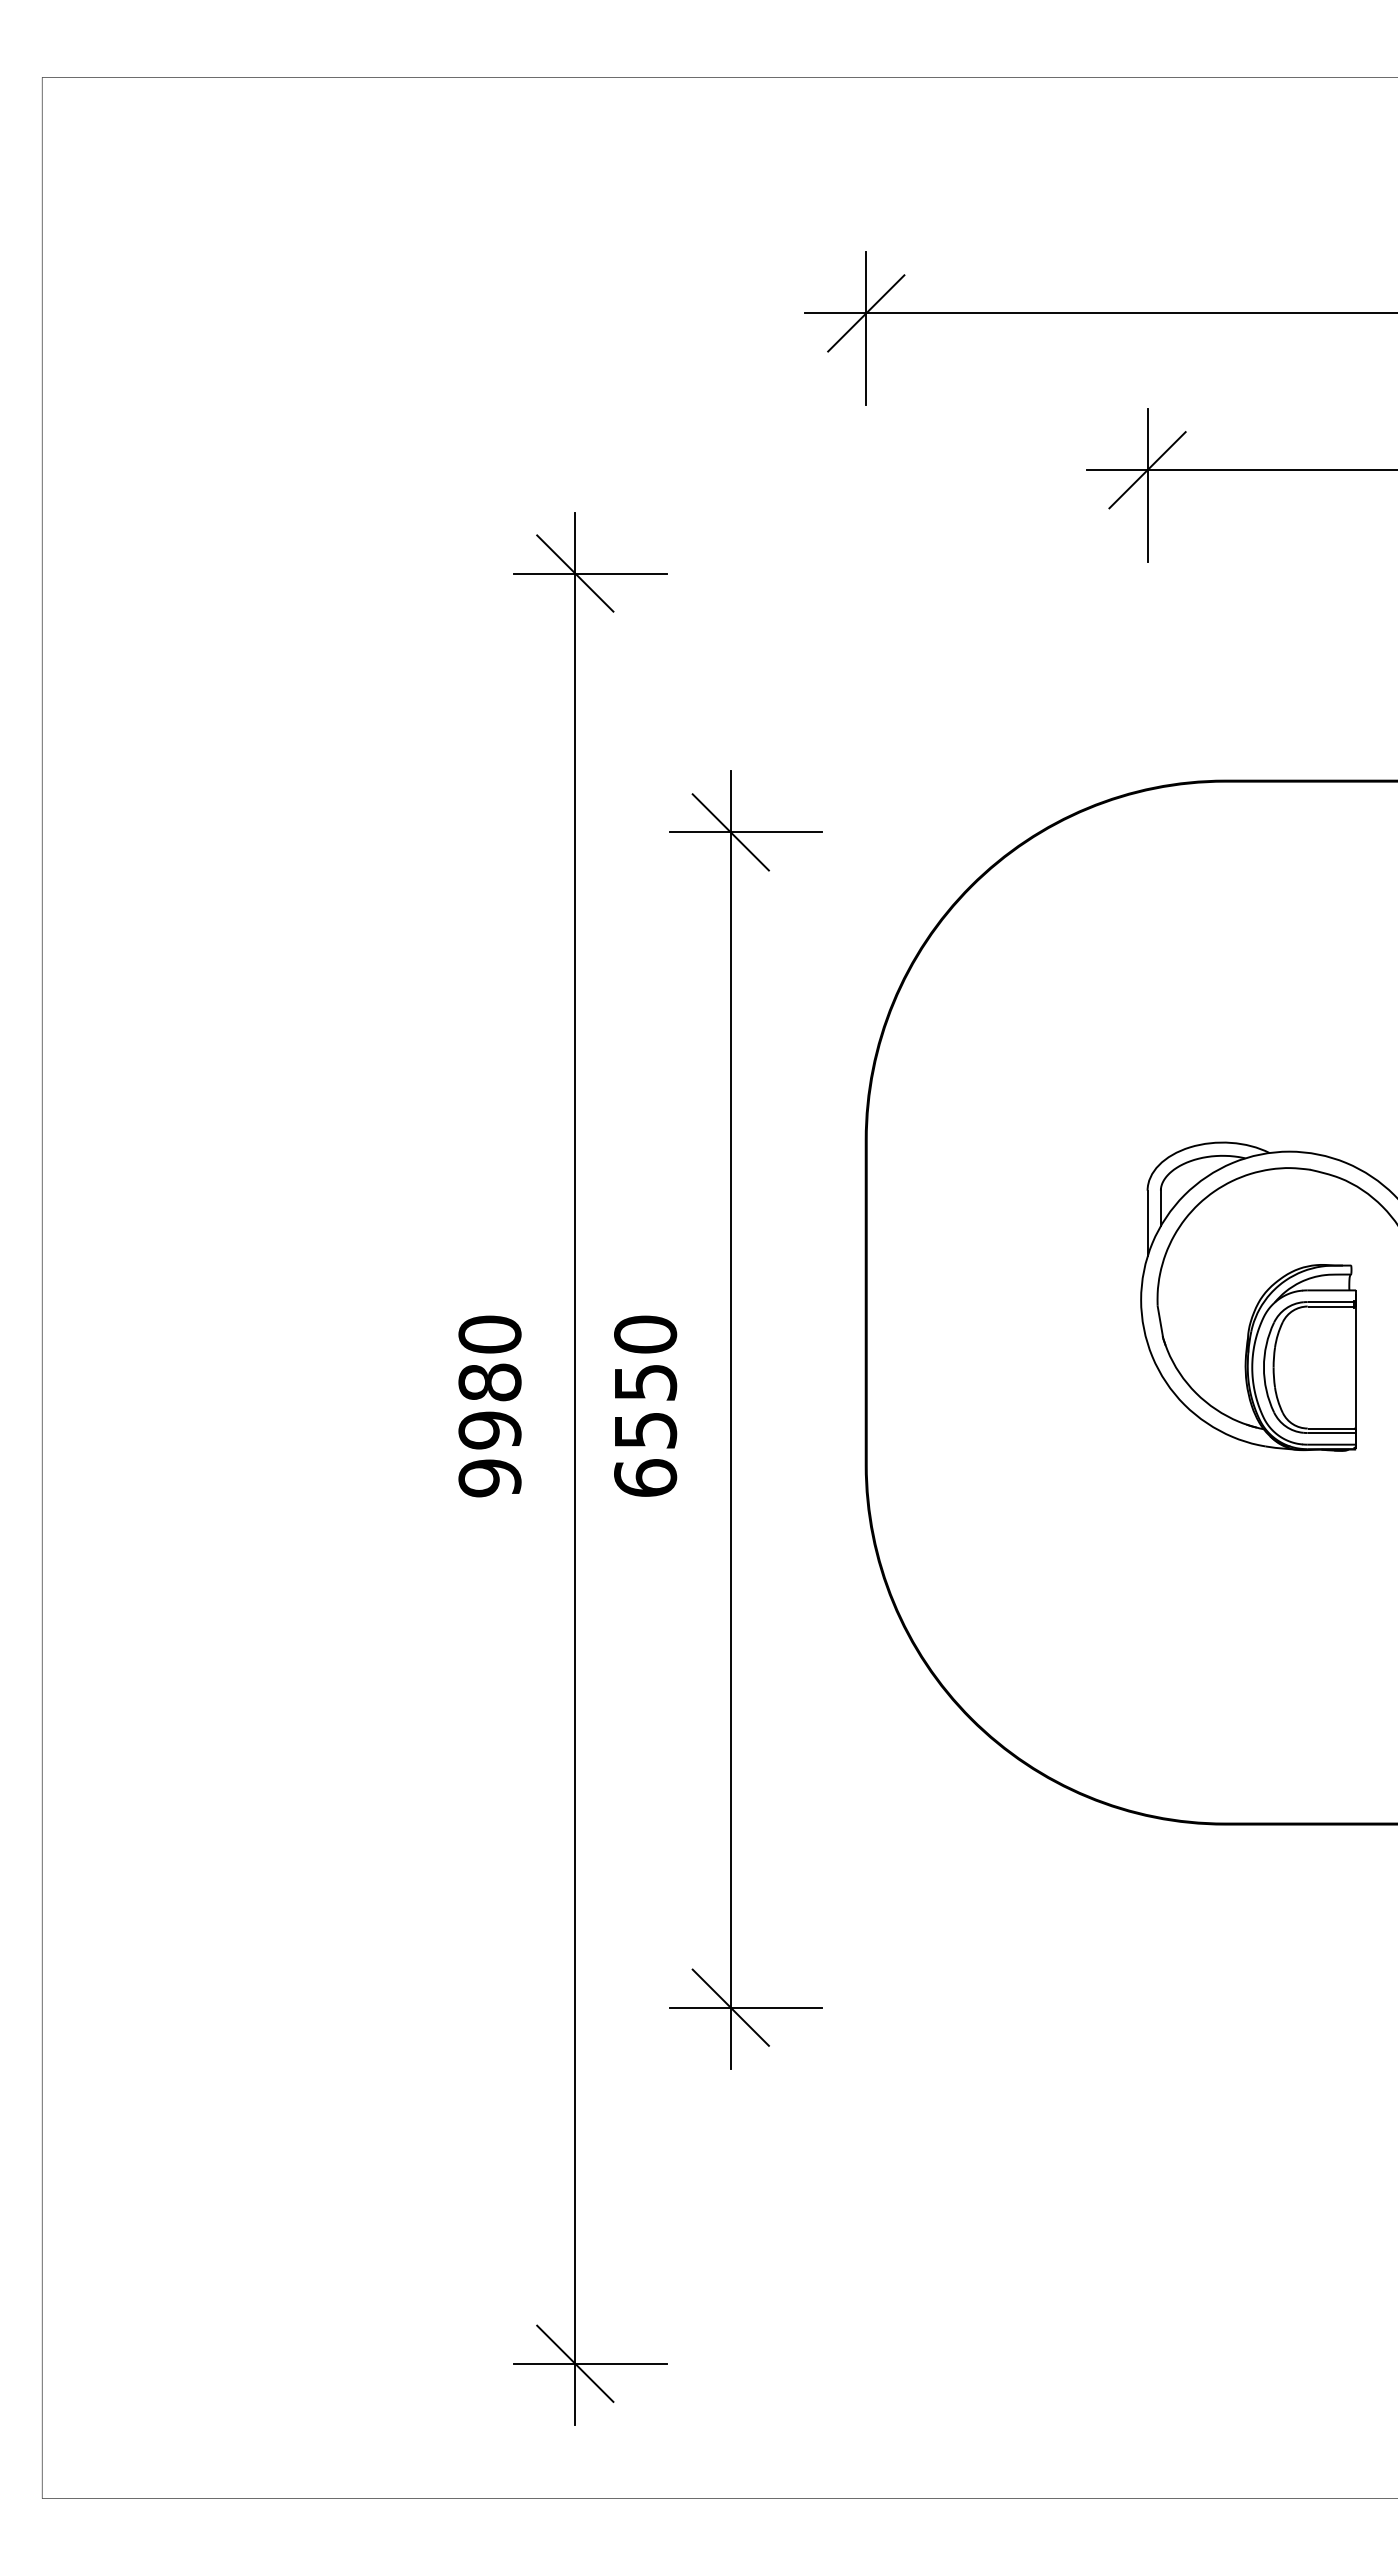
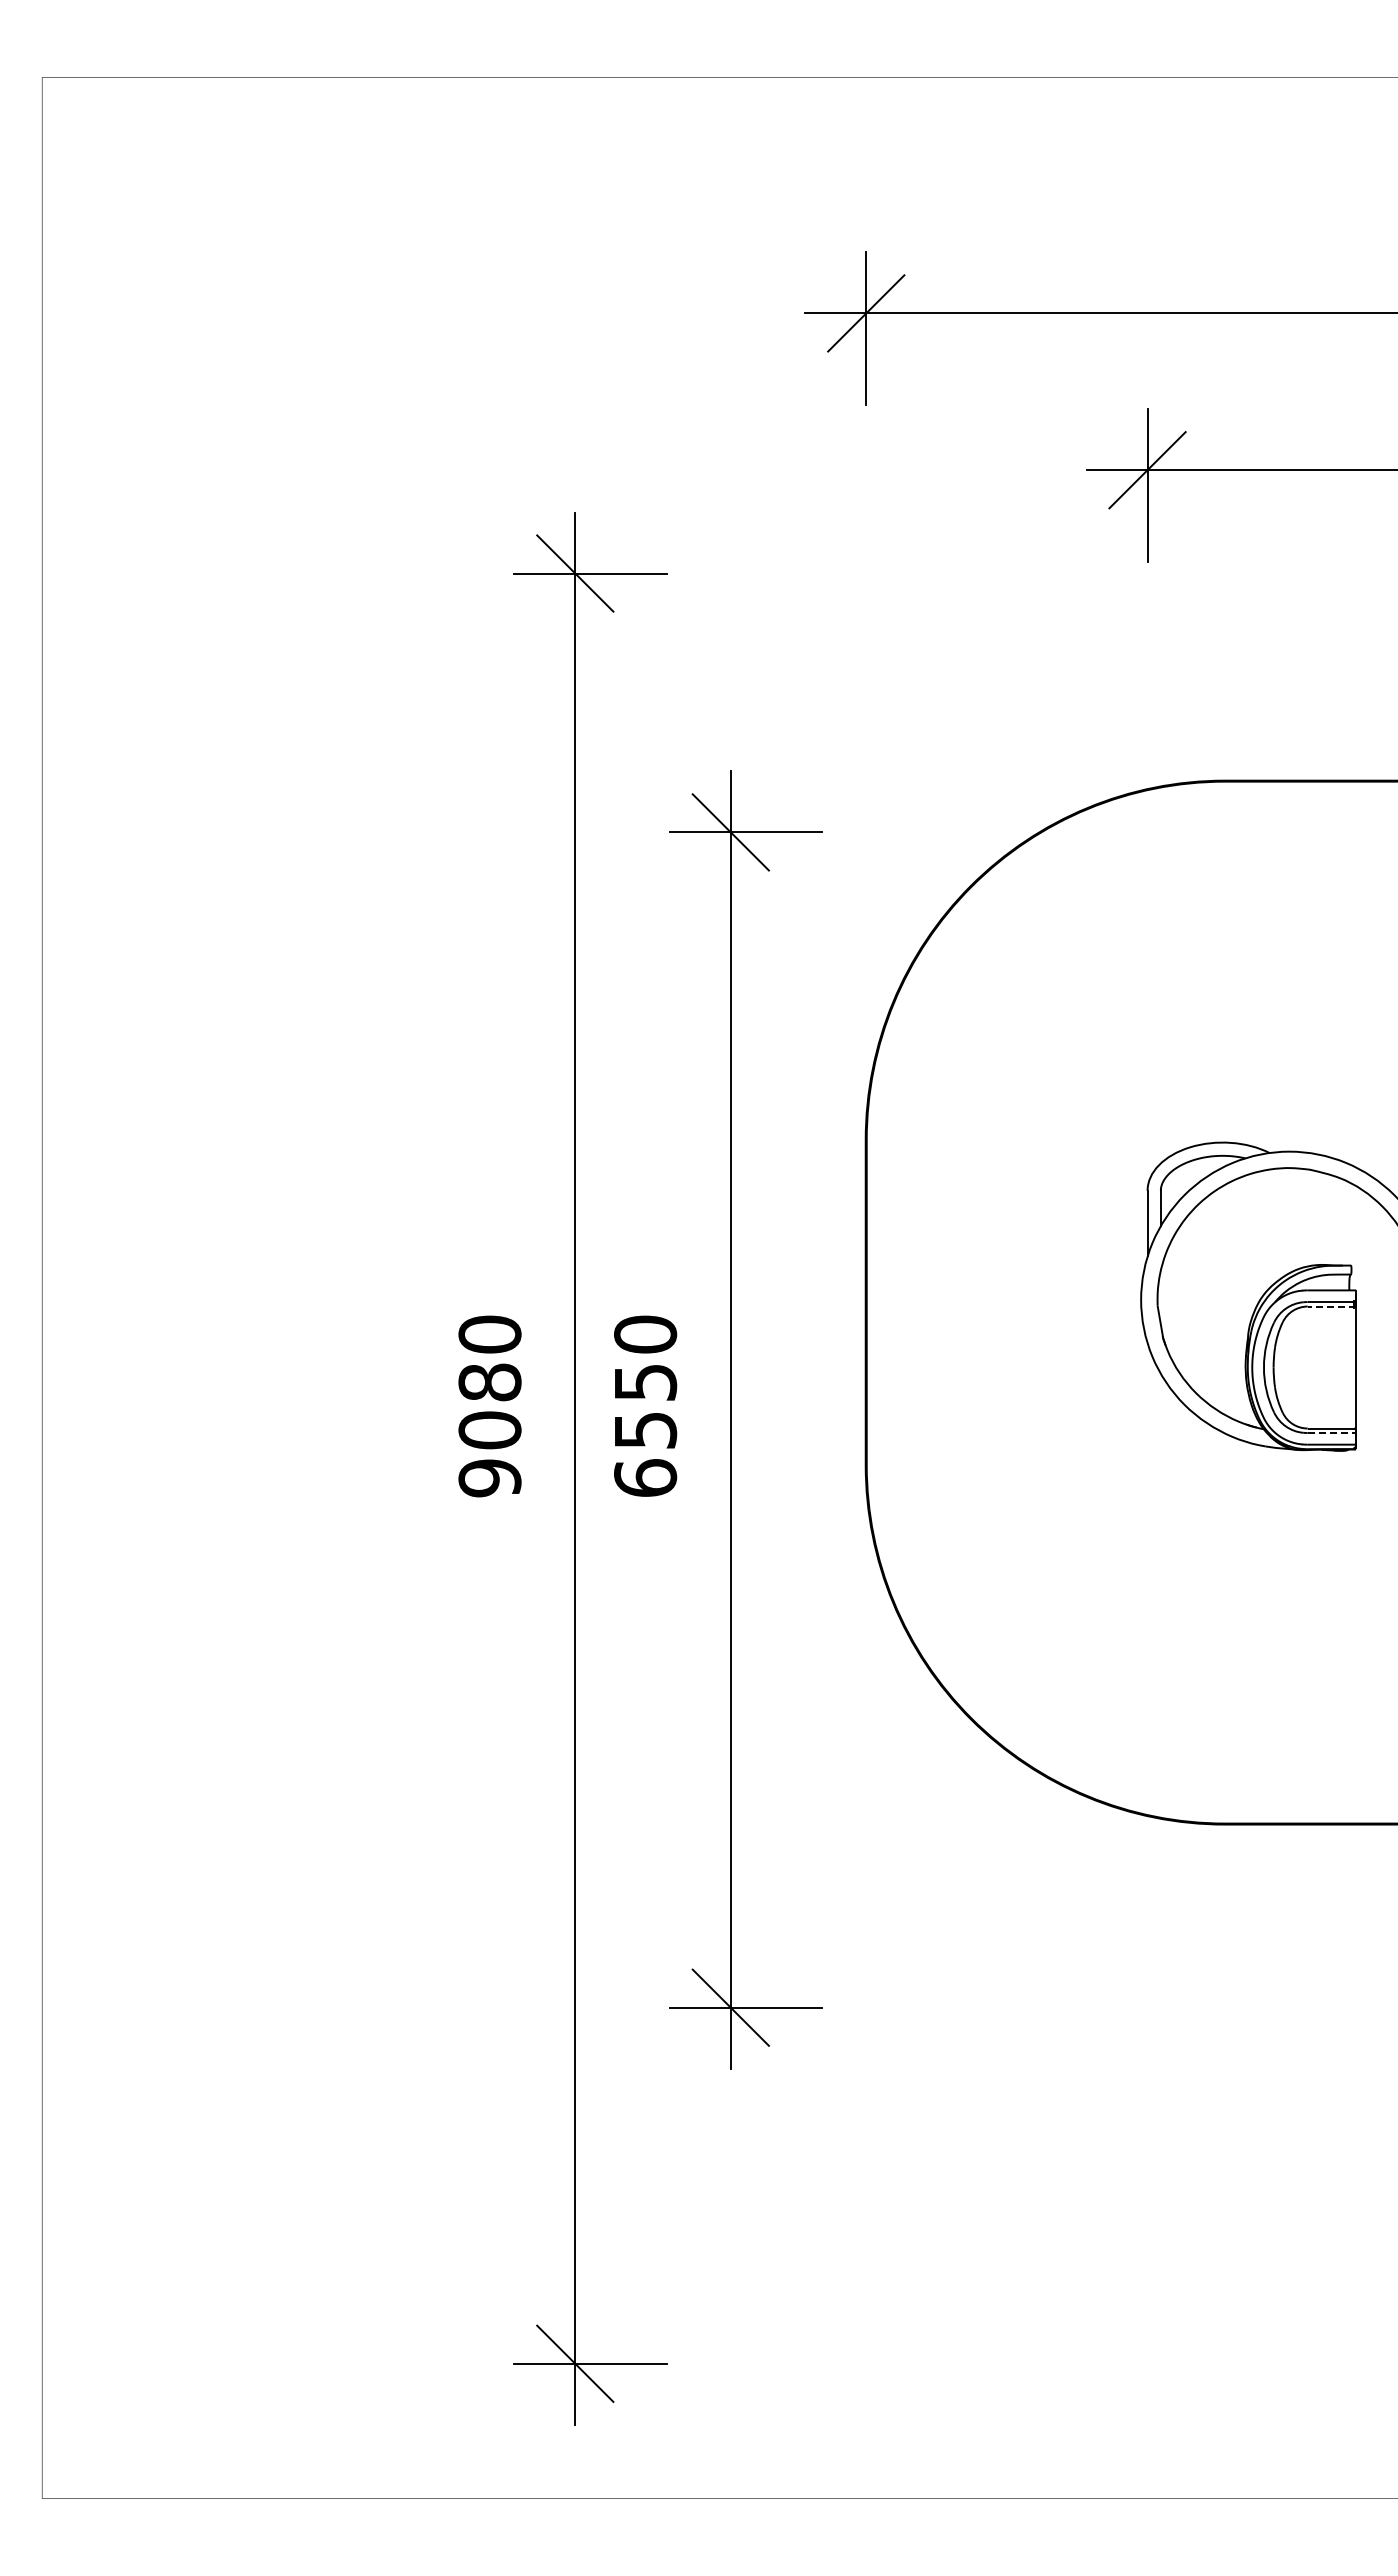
line at (1331, 1306): solid -> dashed
text at (489, 1430): 9980 -> 9080
line at (1332, 1433): solid -> dashed
